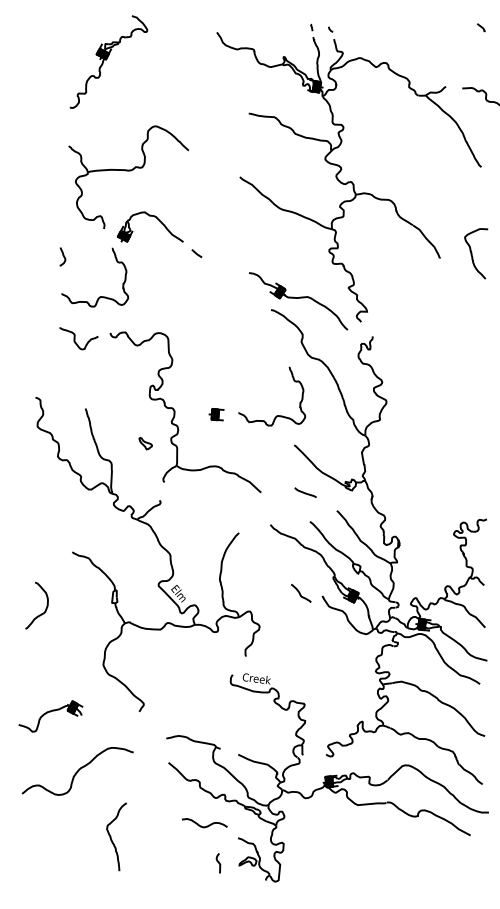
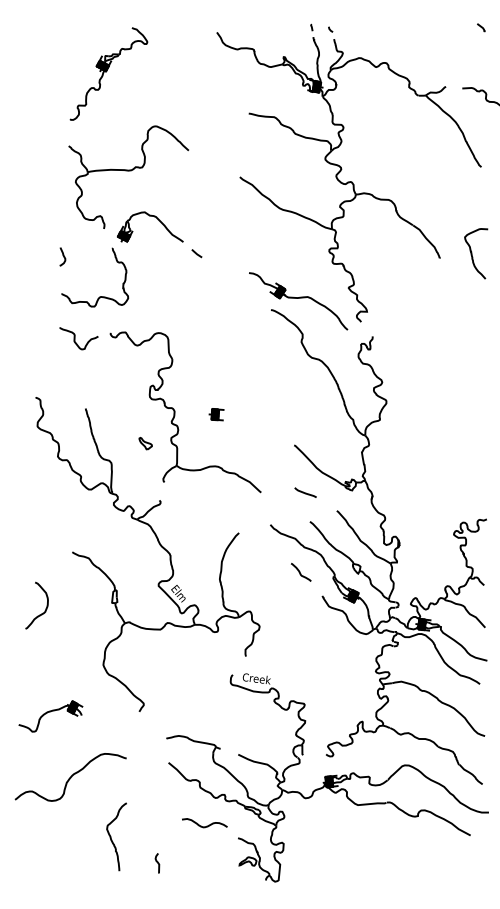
part at (108, 61) position: (108, 61) -> (108, 73)
curve at (276, 415): present -> none
curve at (300, 592) position: (300, 592) -> (300, 571)
curve at (77, 771) position: (77, 771) -> (70, 777)
curve at (218, 863) position: (218, 863) -> (157, 863)
